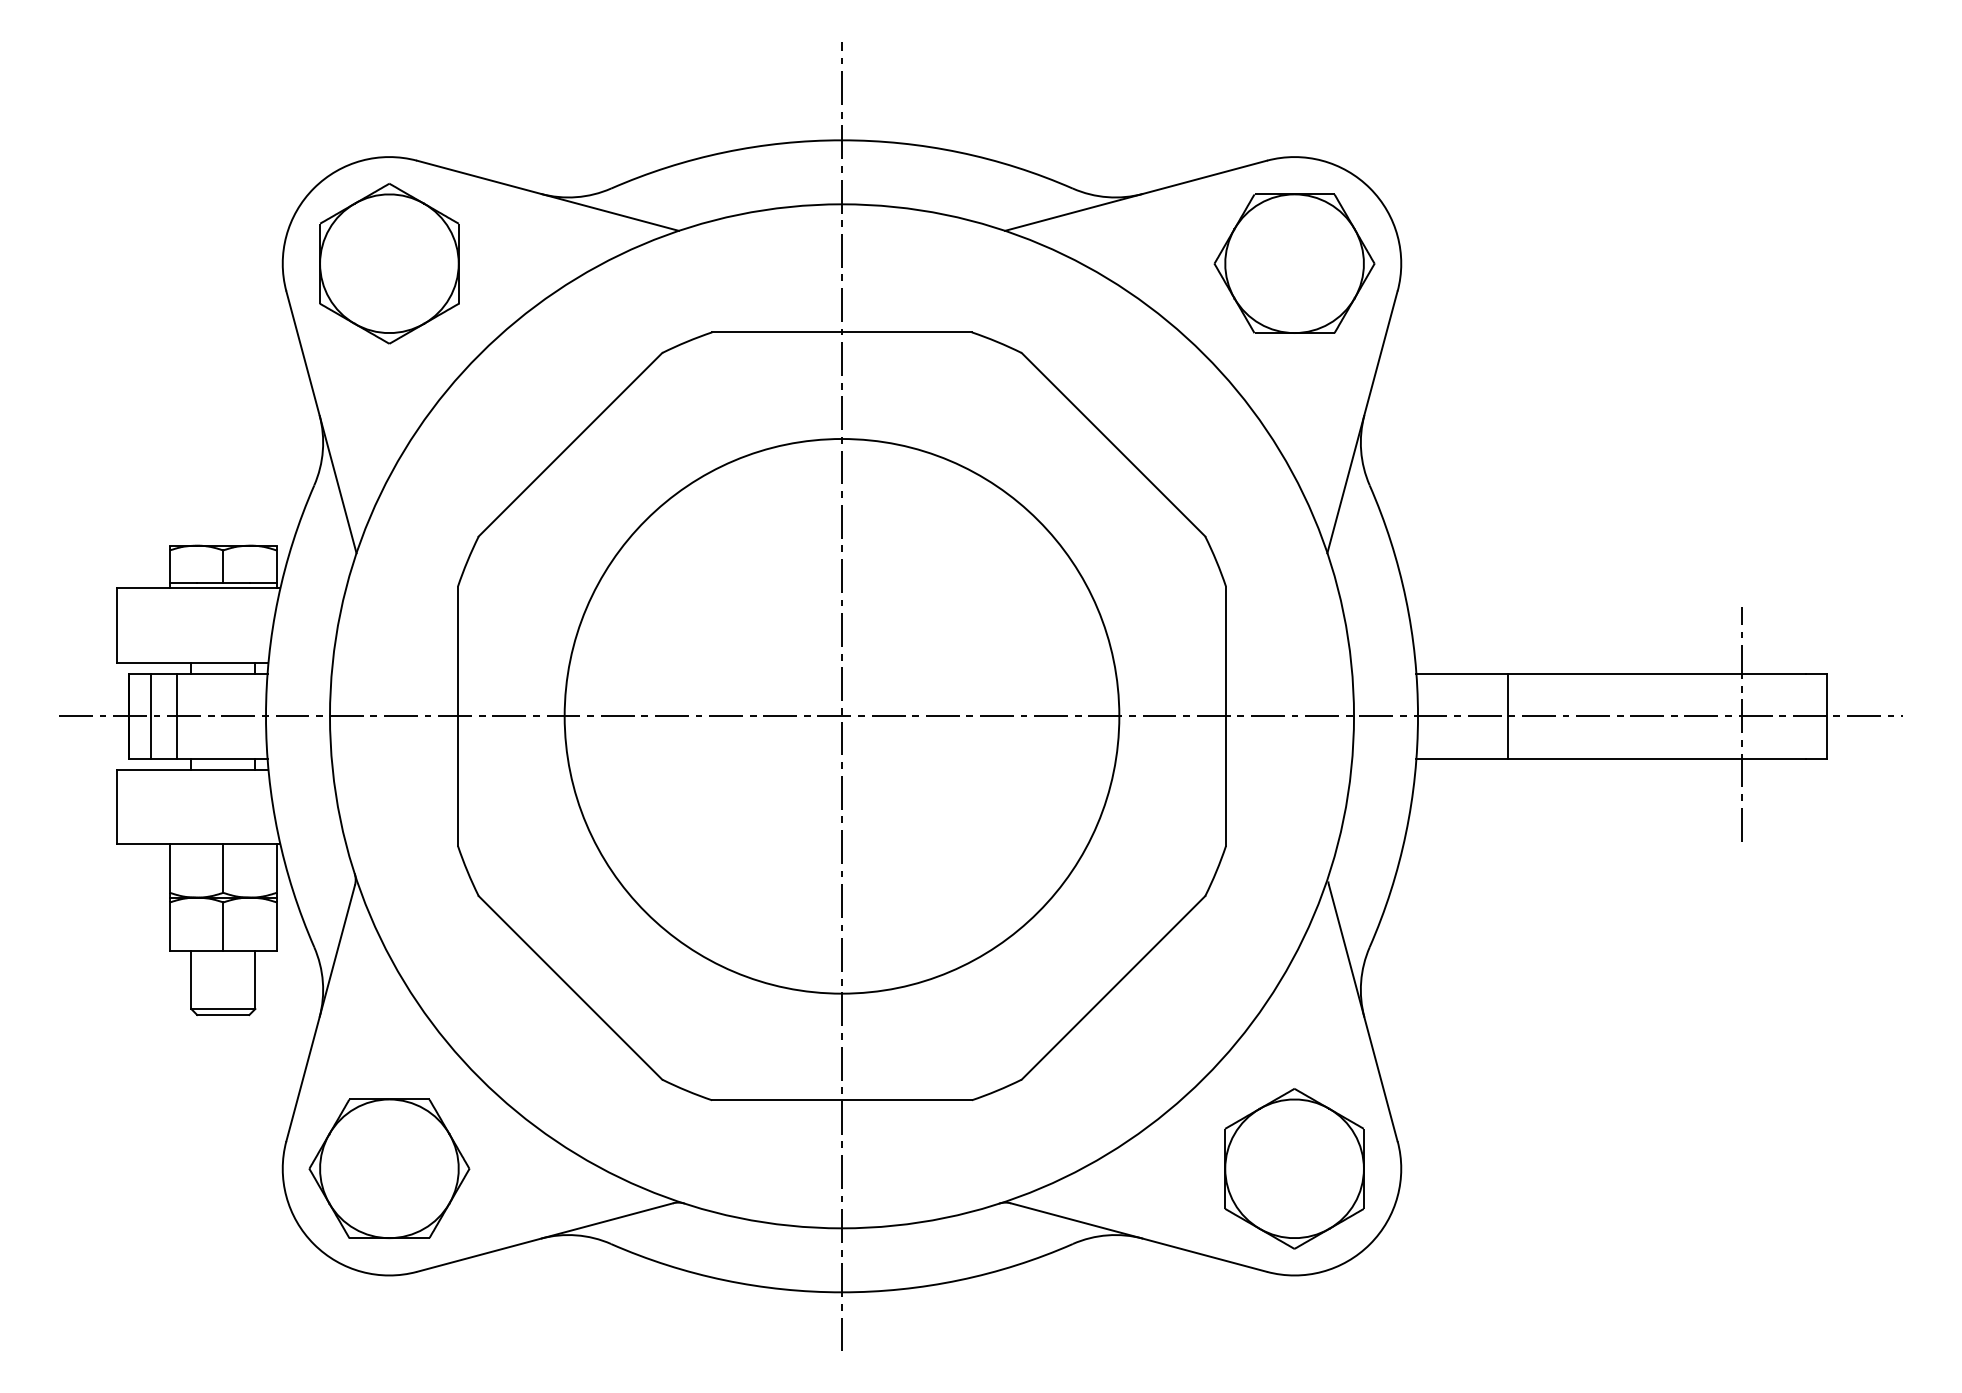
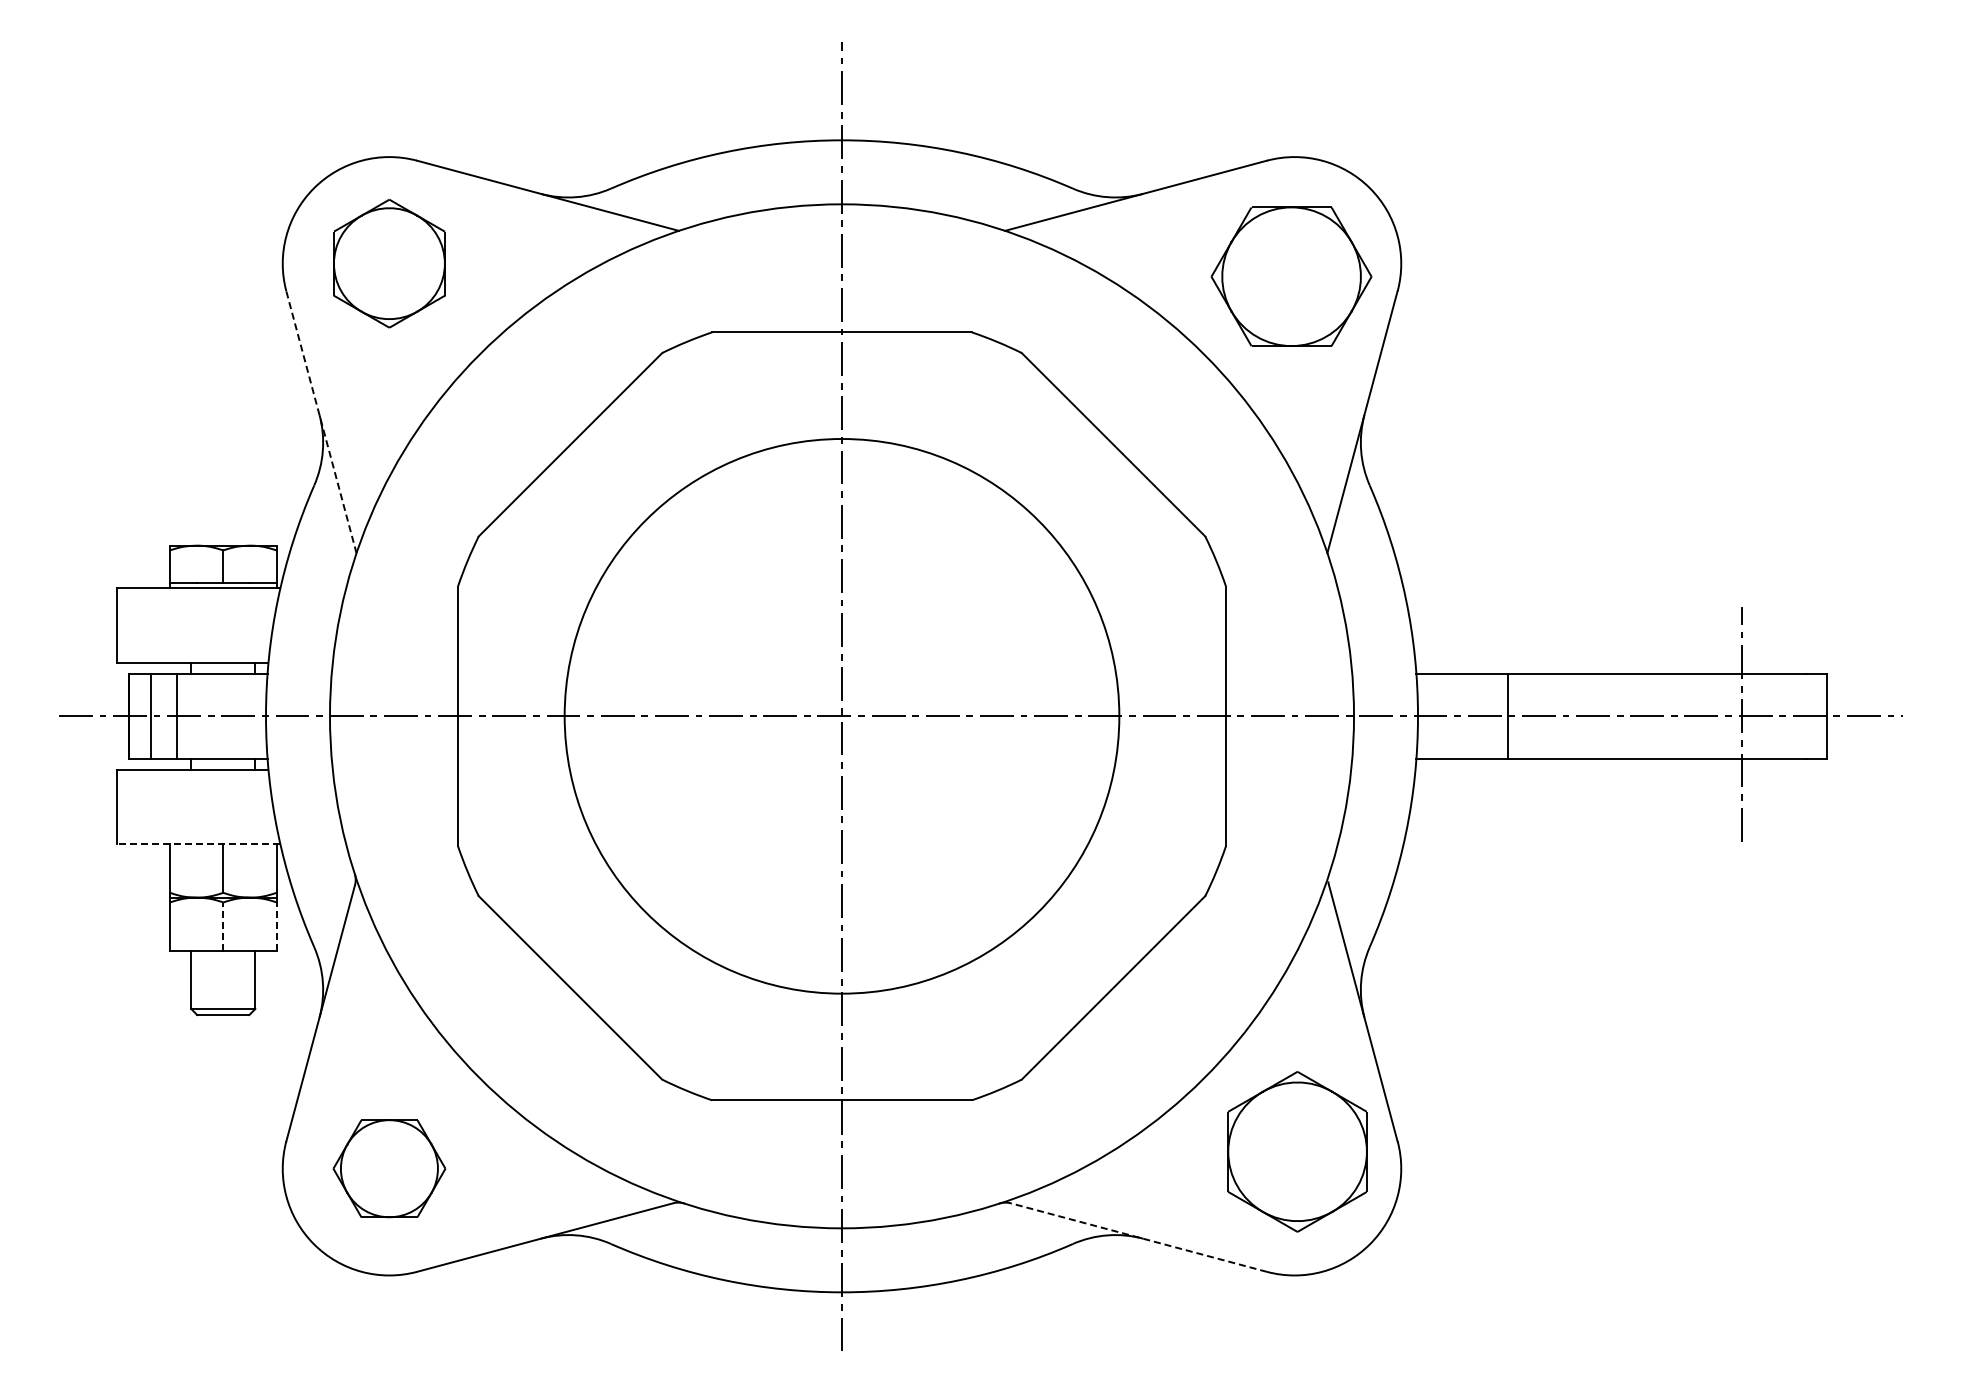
part at (389, 263) size: 141x163 px -> 113x131 px
part at (1294, 263) position: (1294, 263) -> (1291, 276)
line at (321, 422): solid -> dashed
line at (198, 844): solid -> dashed
line at (223, 926): solid -> dashed
line at (276, 926): solid -> dashed
part at (389, 1168) size: 163x141 px -> 115x100 px
part at (1294, 1168) position: (1294, 1168) -> (1297, 1151)
line at (1138, 1237): solid -> dashed
